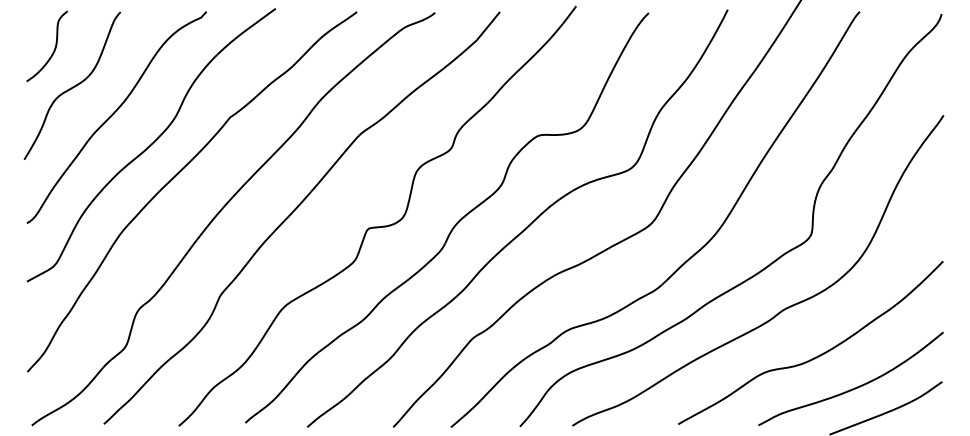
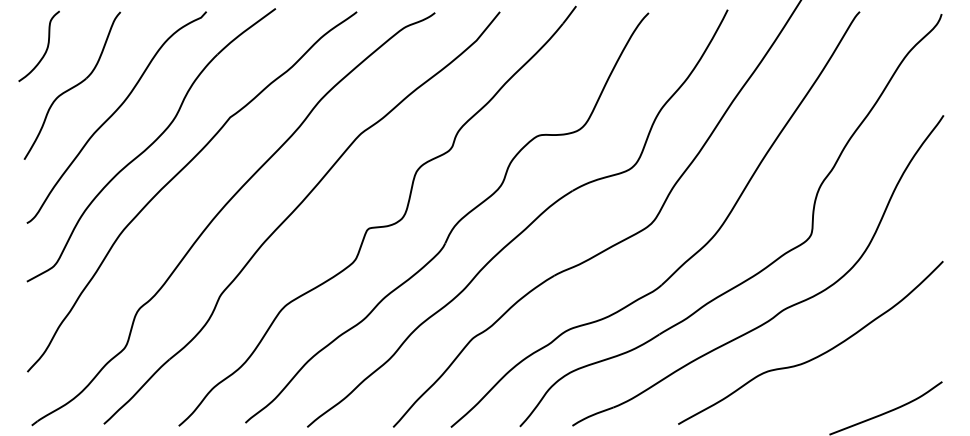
curve at (54, 47) position: (54, 47) -> (46, 47)
part at (854, 387): present -> none
